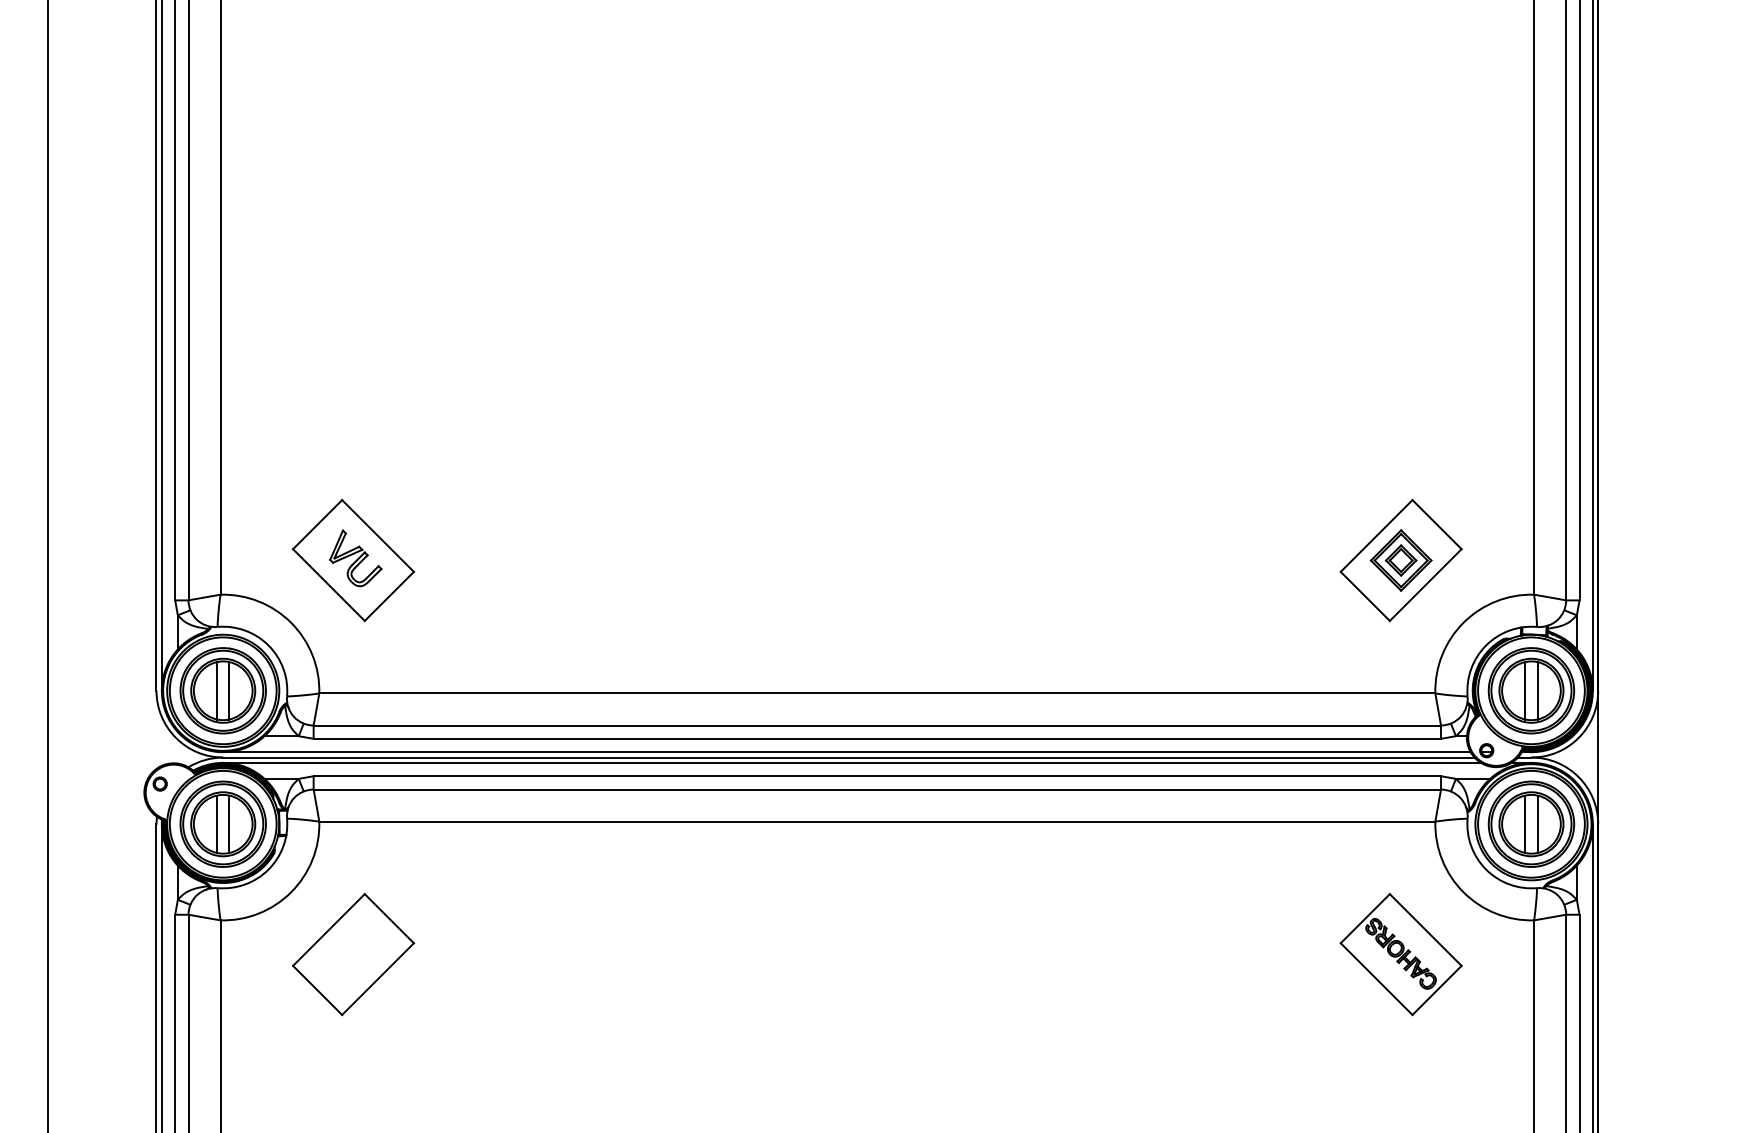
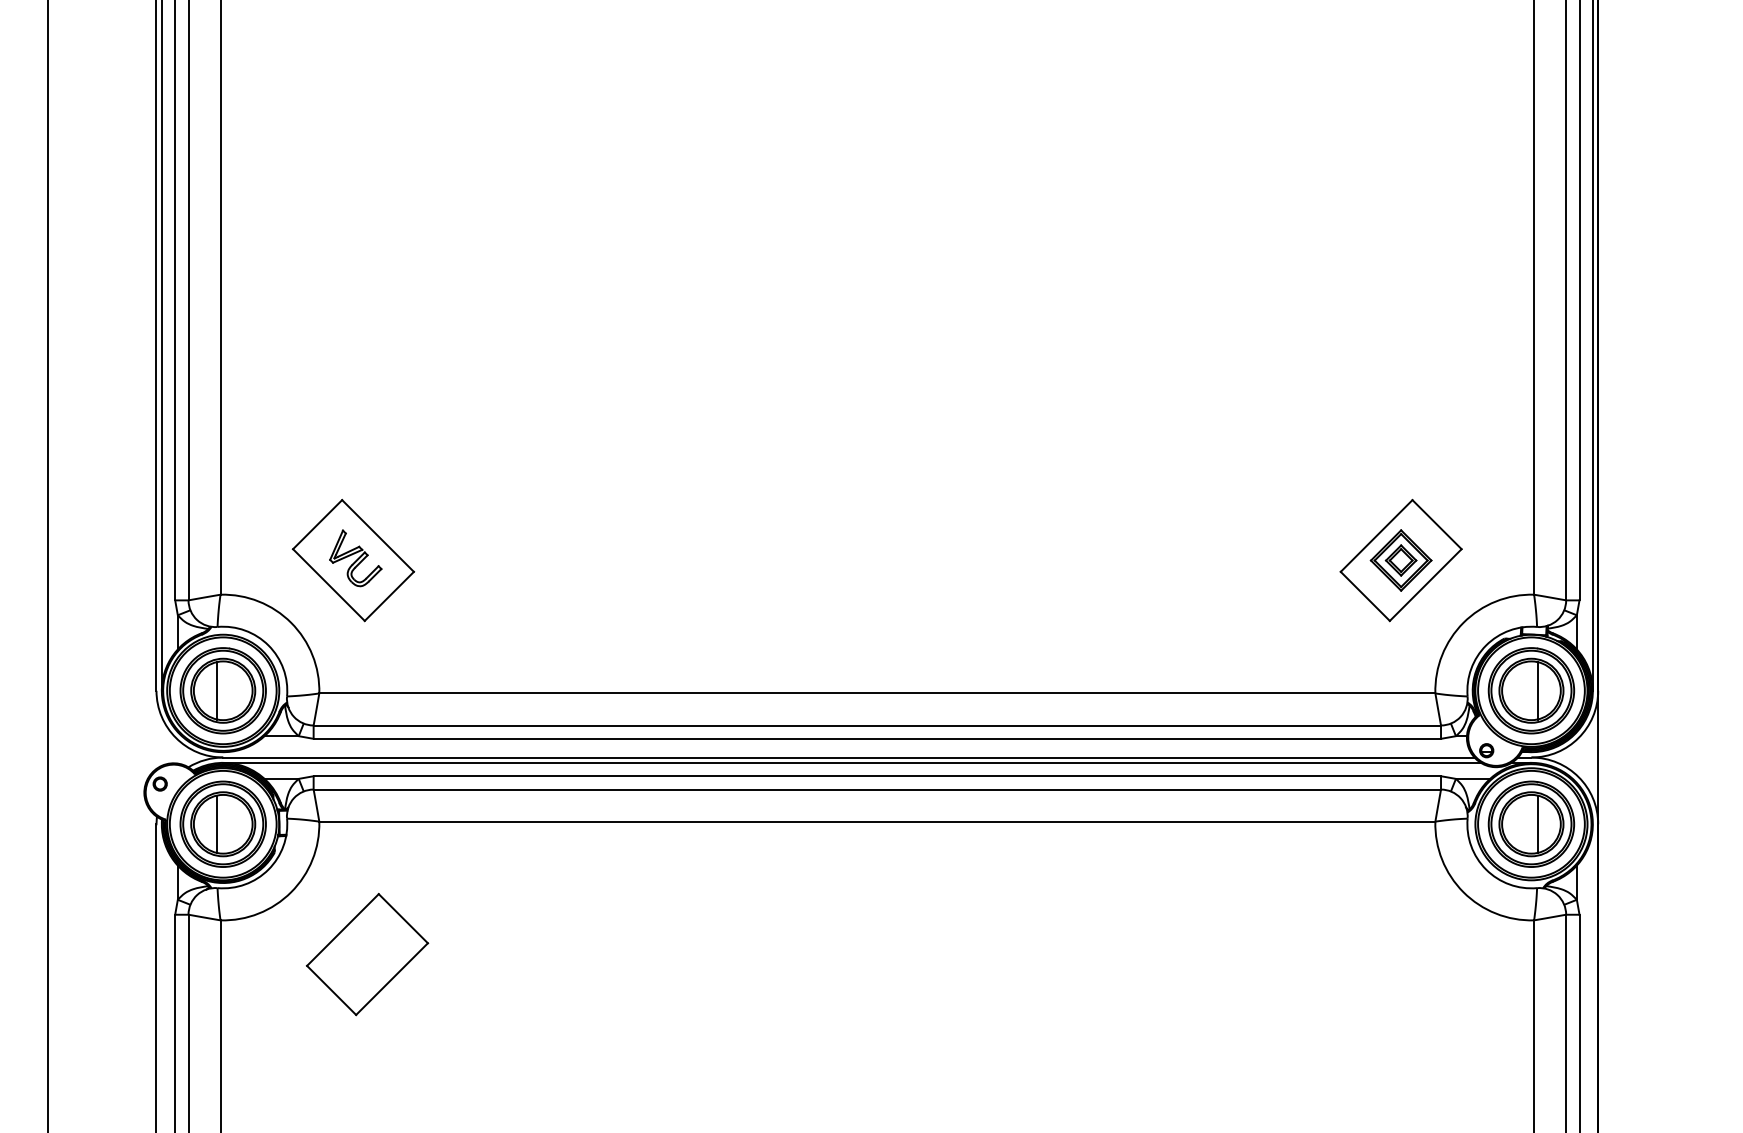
line at (229, 690): present -> none
line at (1525, 690): present -> none
line at (846, 752): present -> none
line at (229, 824): present -> none
line at (1525, 824): present -> none
part at (353, 954) position: (353, 954) -> (367, 954)
part at (1400, 954): present -> none
line at (161, 976): present -> none
line at (1592, 976): present -> none
